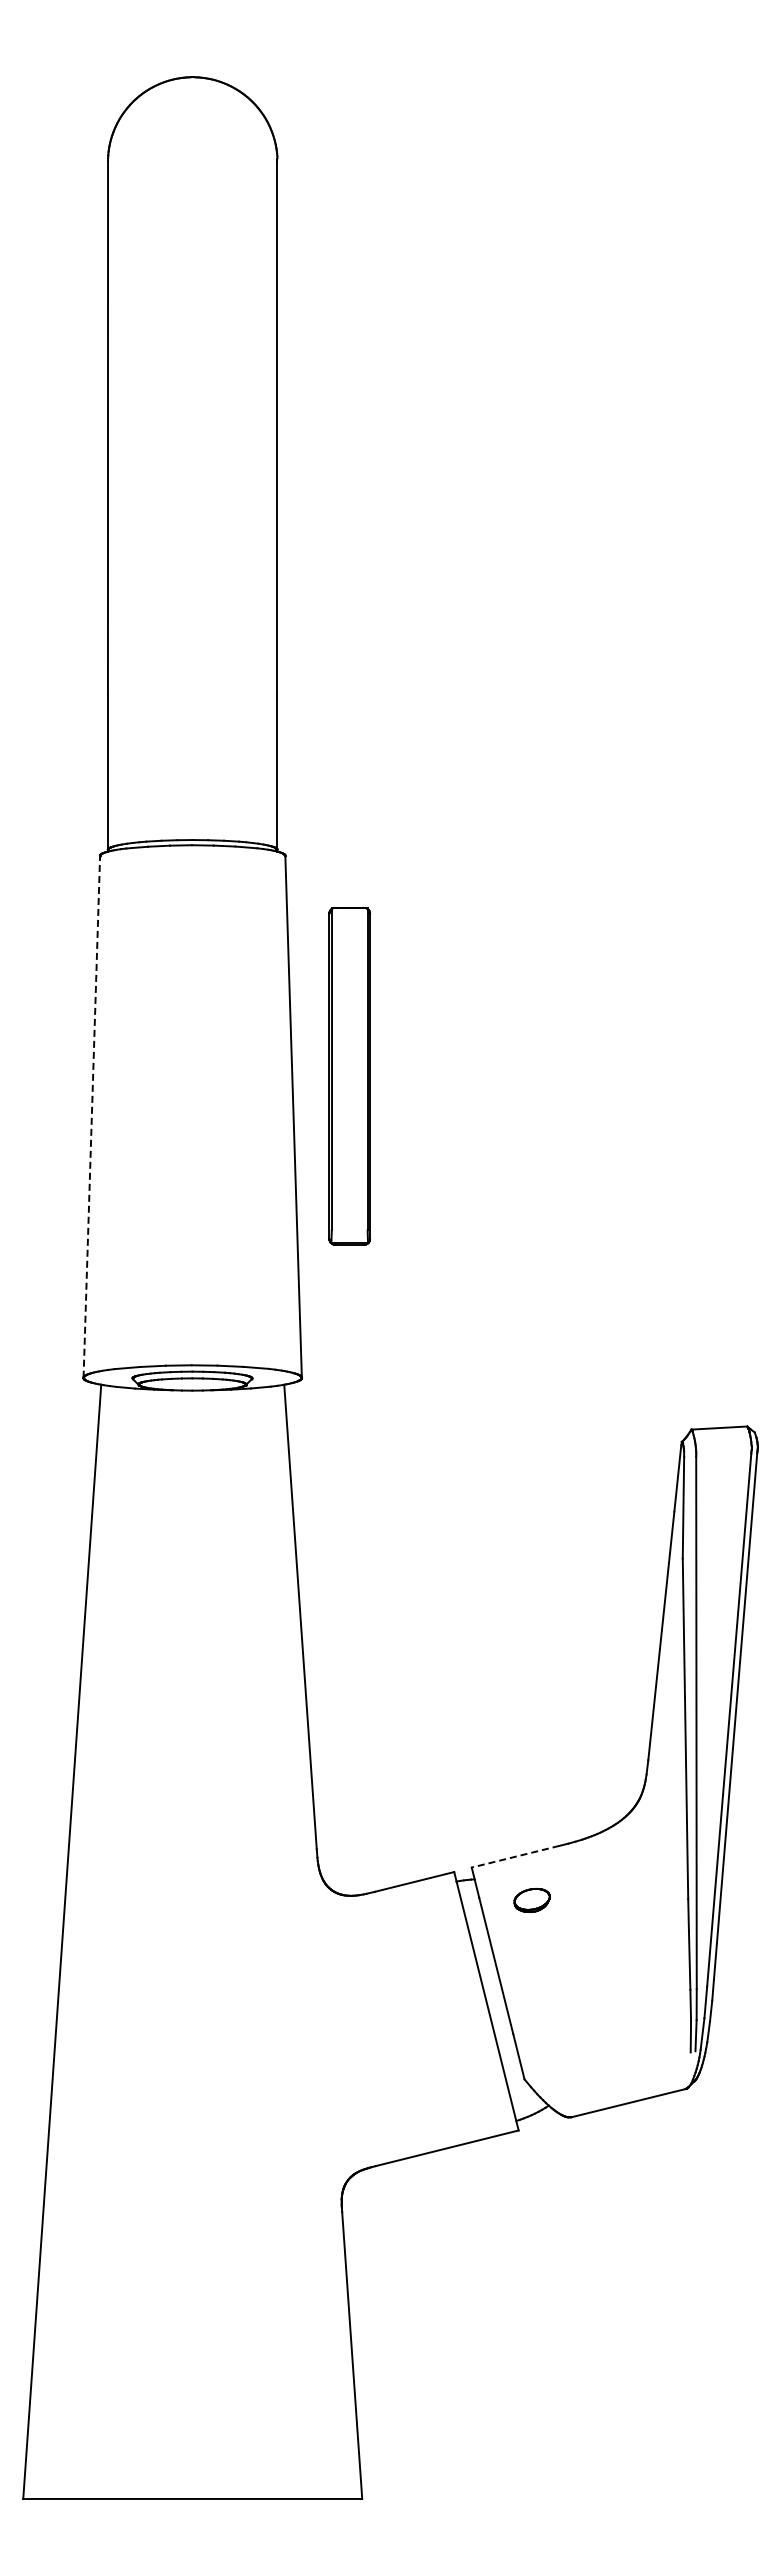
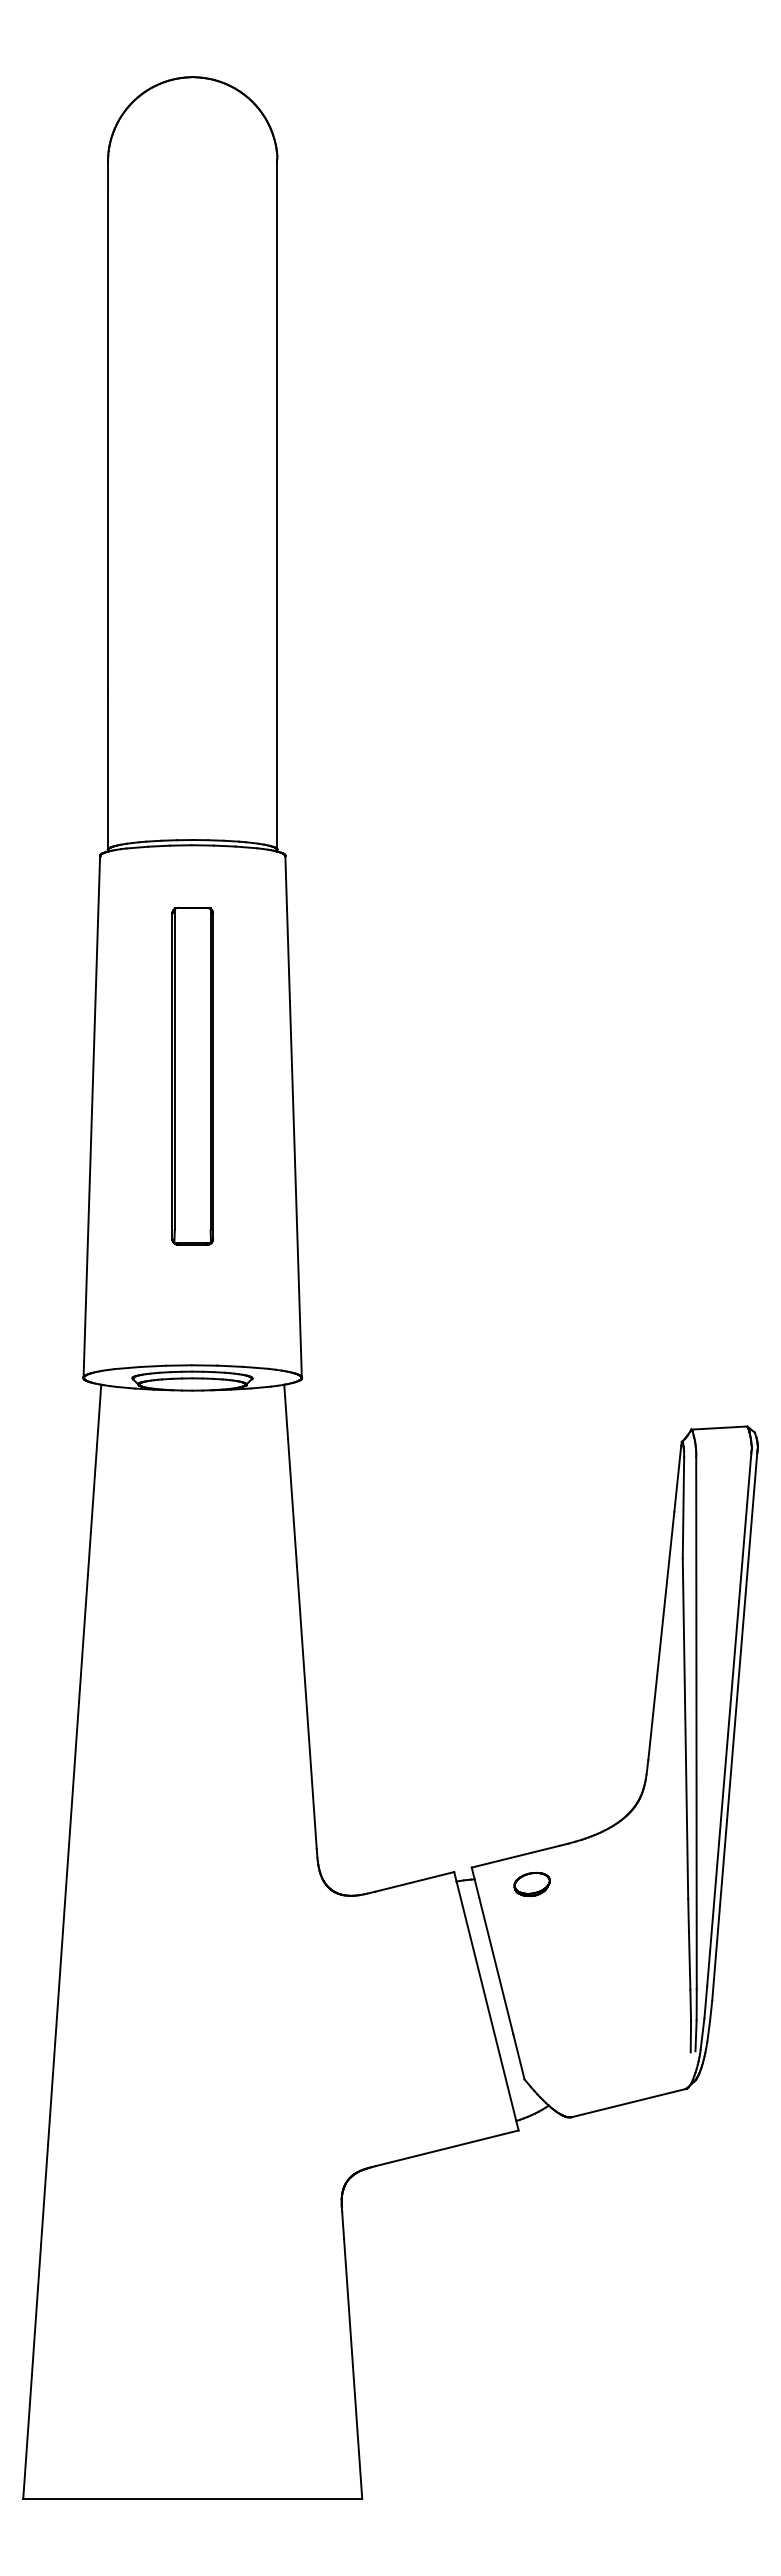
part at (349, 1075) position: (349, 1075) -> (192, 1075)
line at (91, 1116): dashed -> solid
line at (515, 1856): dashed -> solid
part at (531, 1900) position: (531, 1900) -> (531, 1884)
